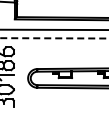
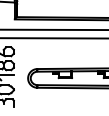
line at (54, 38): dashed -> solid
